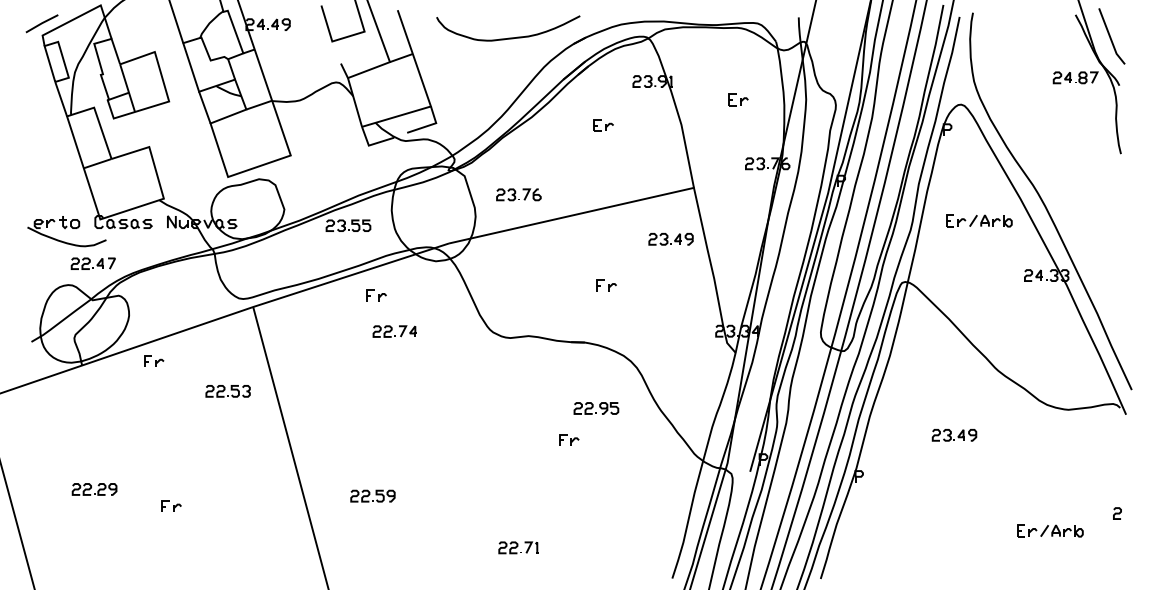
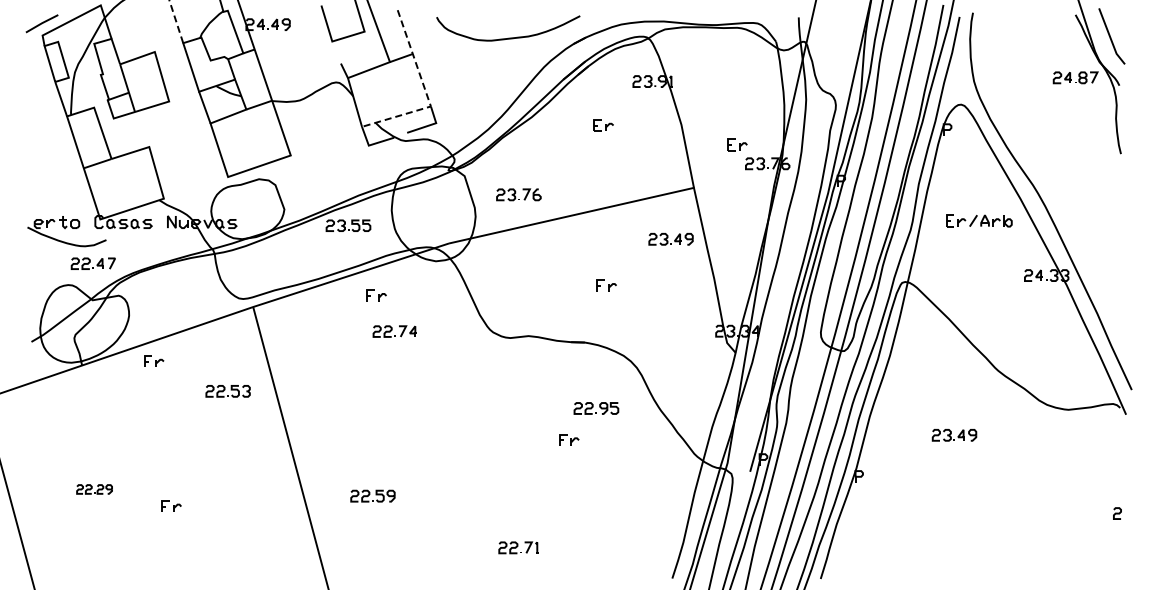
line at (176, 21): solid -> dashed
line at (426, 93): solid -> dashed
part at (738, 99) position: (738, 99) -> (737, 144)
part at (94, 489) size: 47x13 px -> 37x11 px
part at (1050, 530): present -> none
